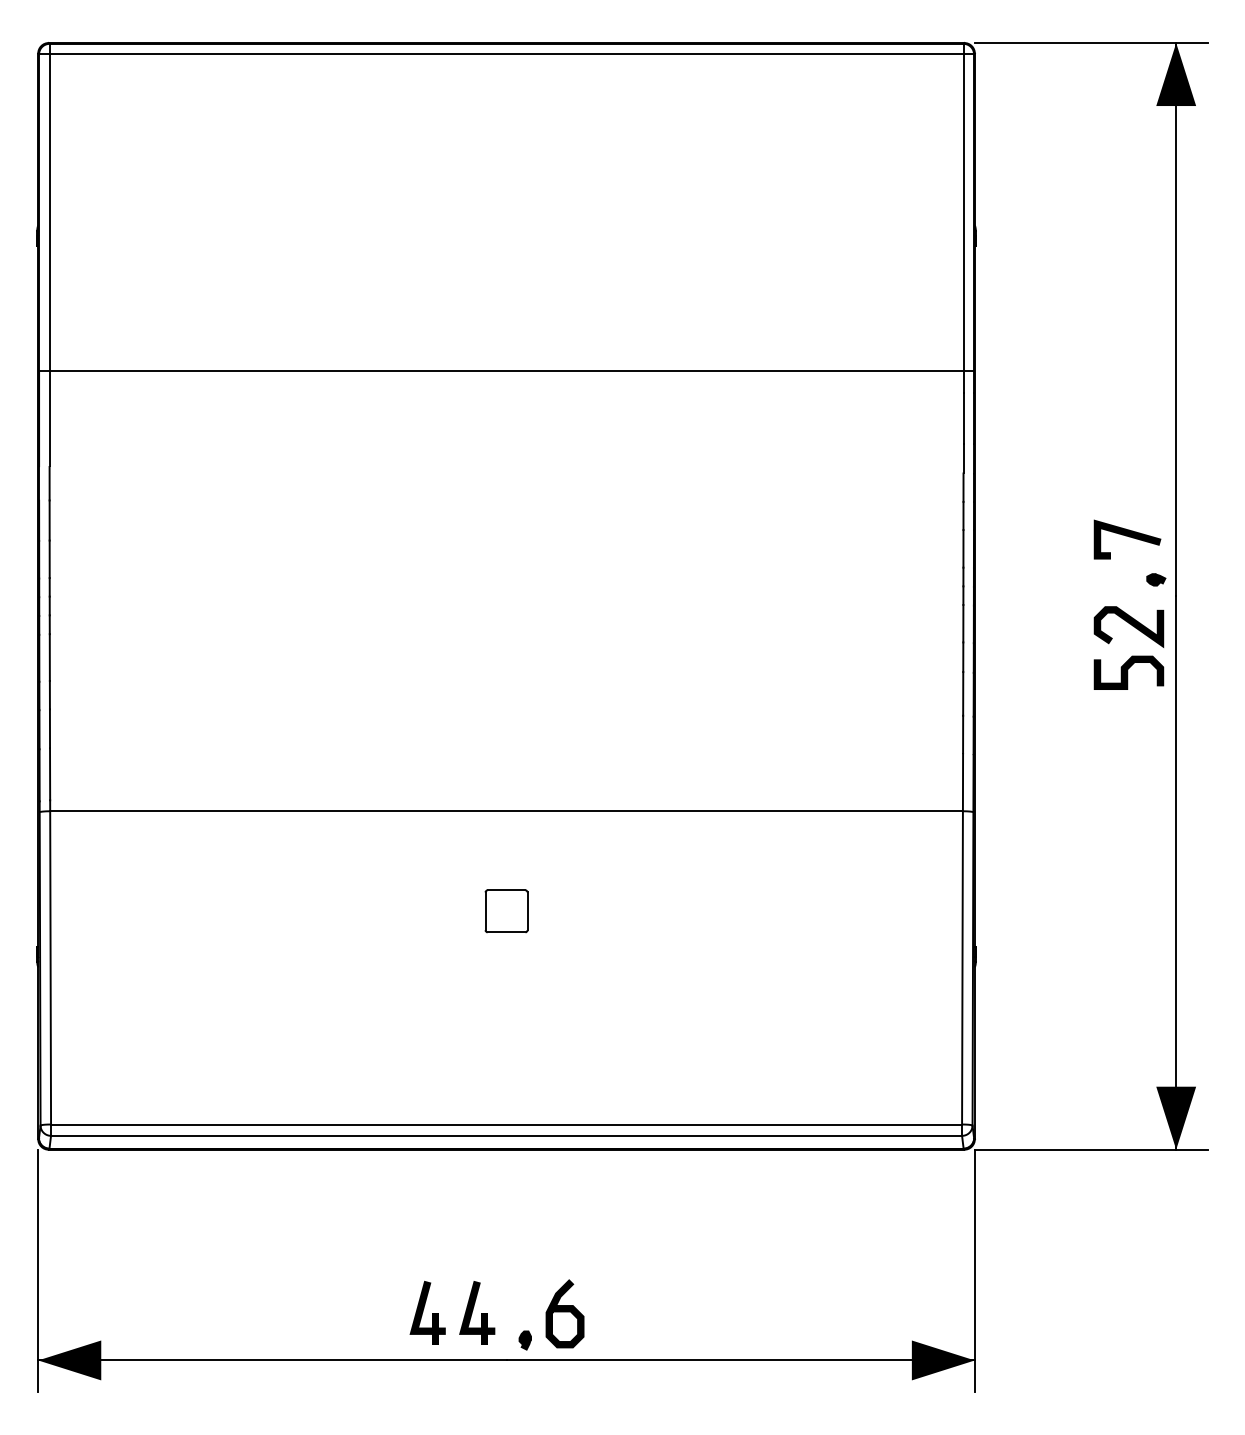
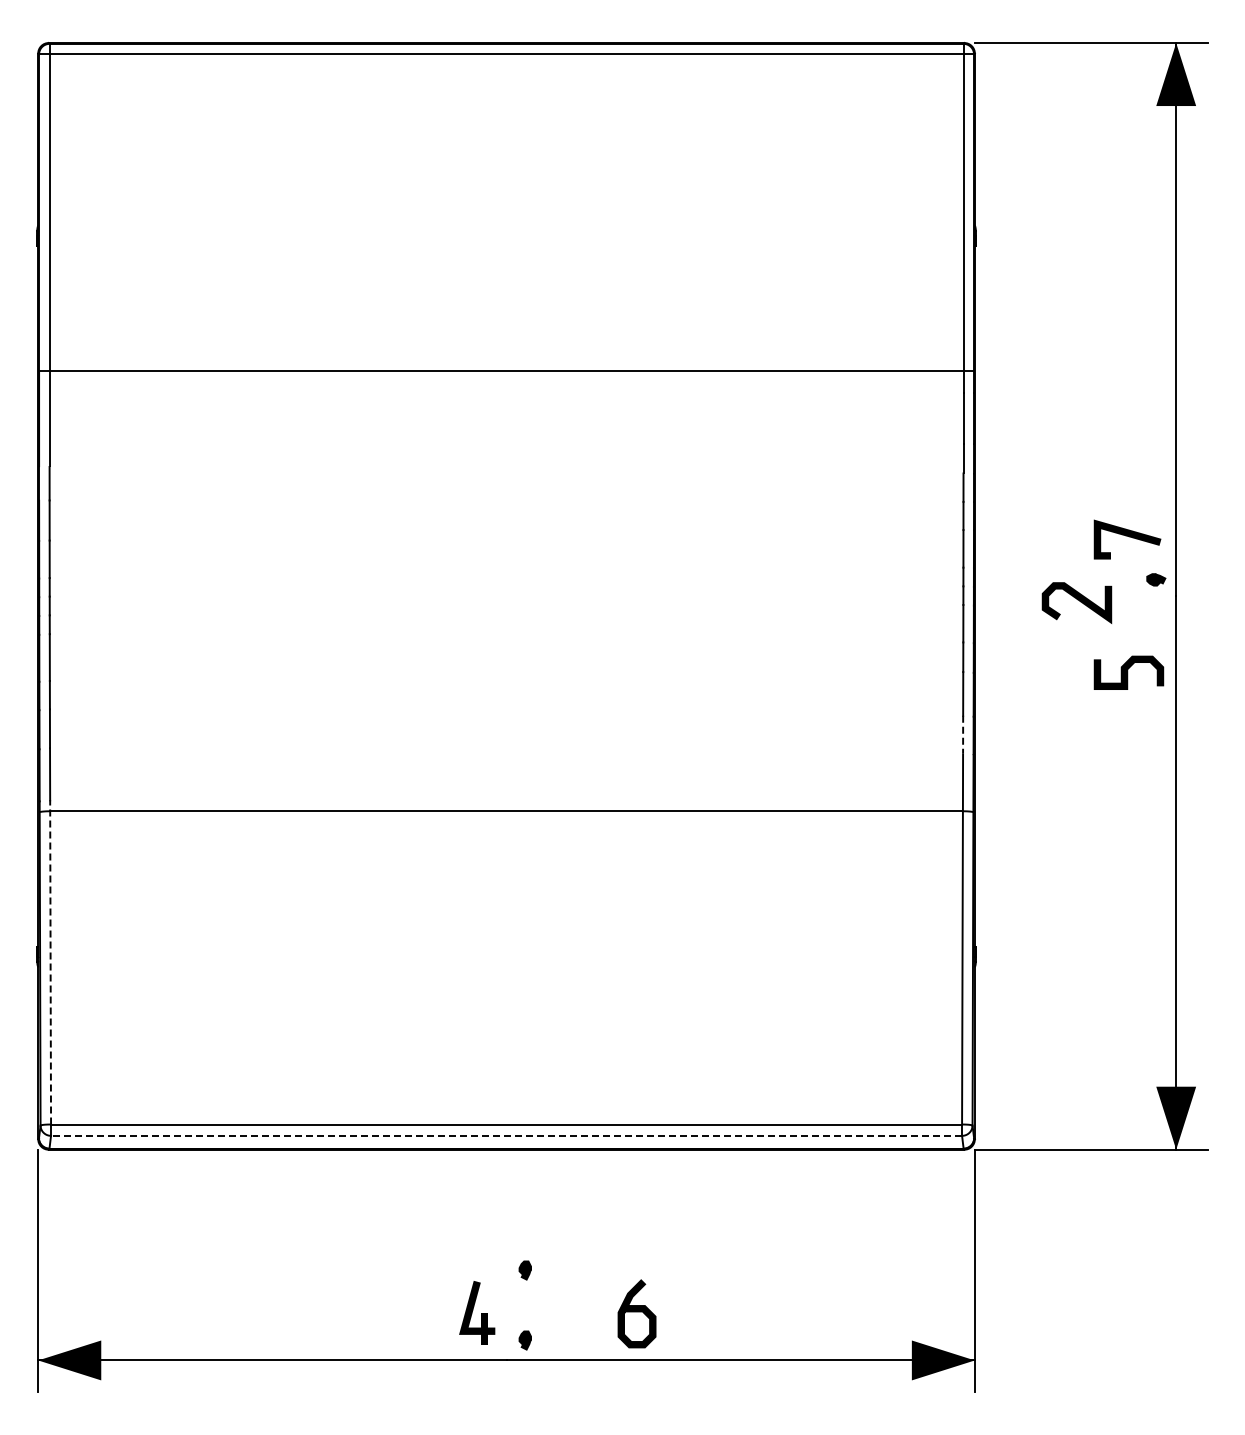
curve at (1129, 624) position: (1129, 624) -> (1077, 600)
line at (963, 734): solid -> dashed
part at (506, 911): present -> none
line at (50, 961): solid -> dashed
line at (506, 1135): solid -> dashed
part at (524, 1270): none -> present
part at (427, 1312): present -> none
curve at (564, 1312) position: (564, 1312) -> (636, 1312)
